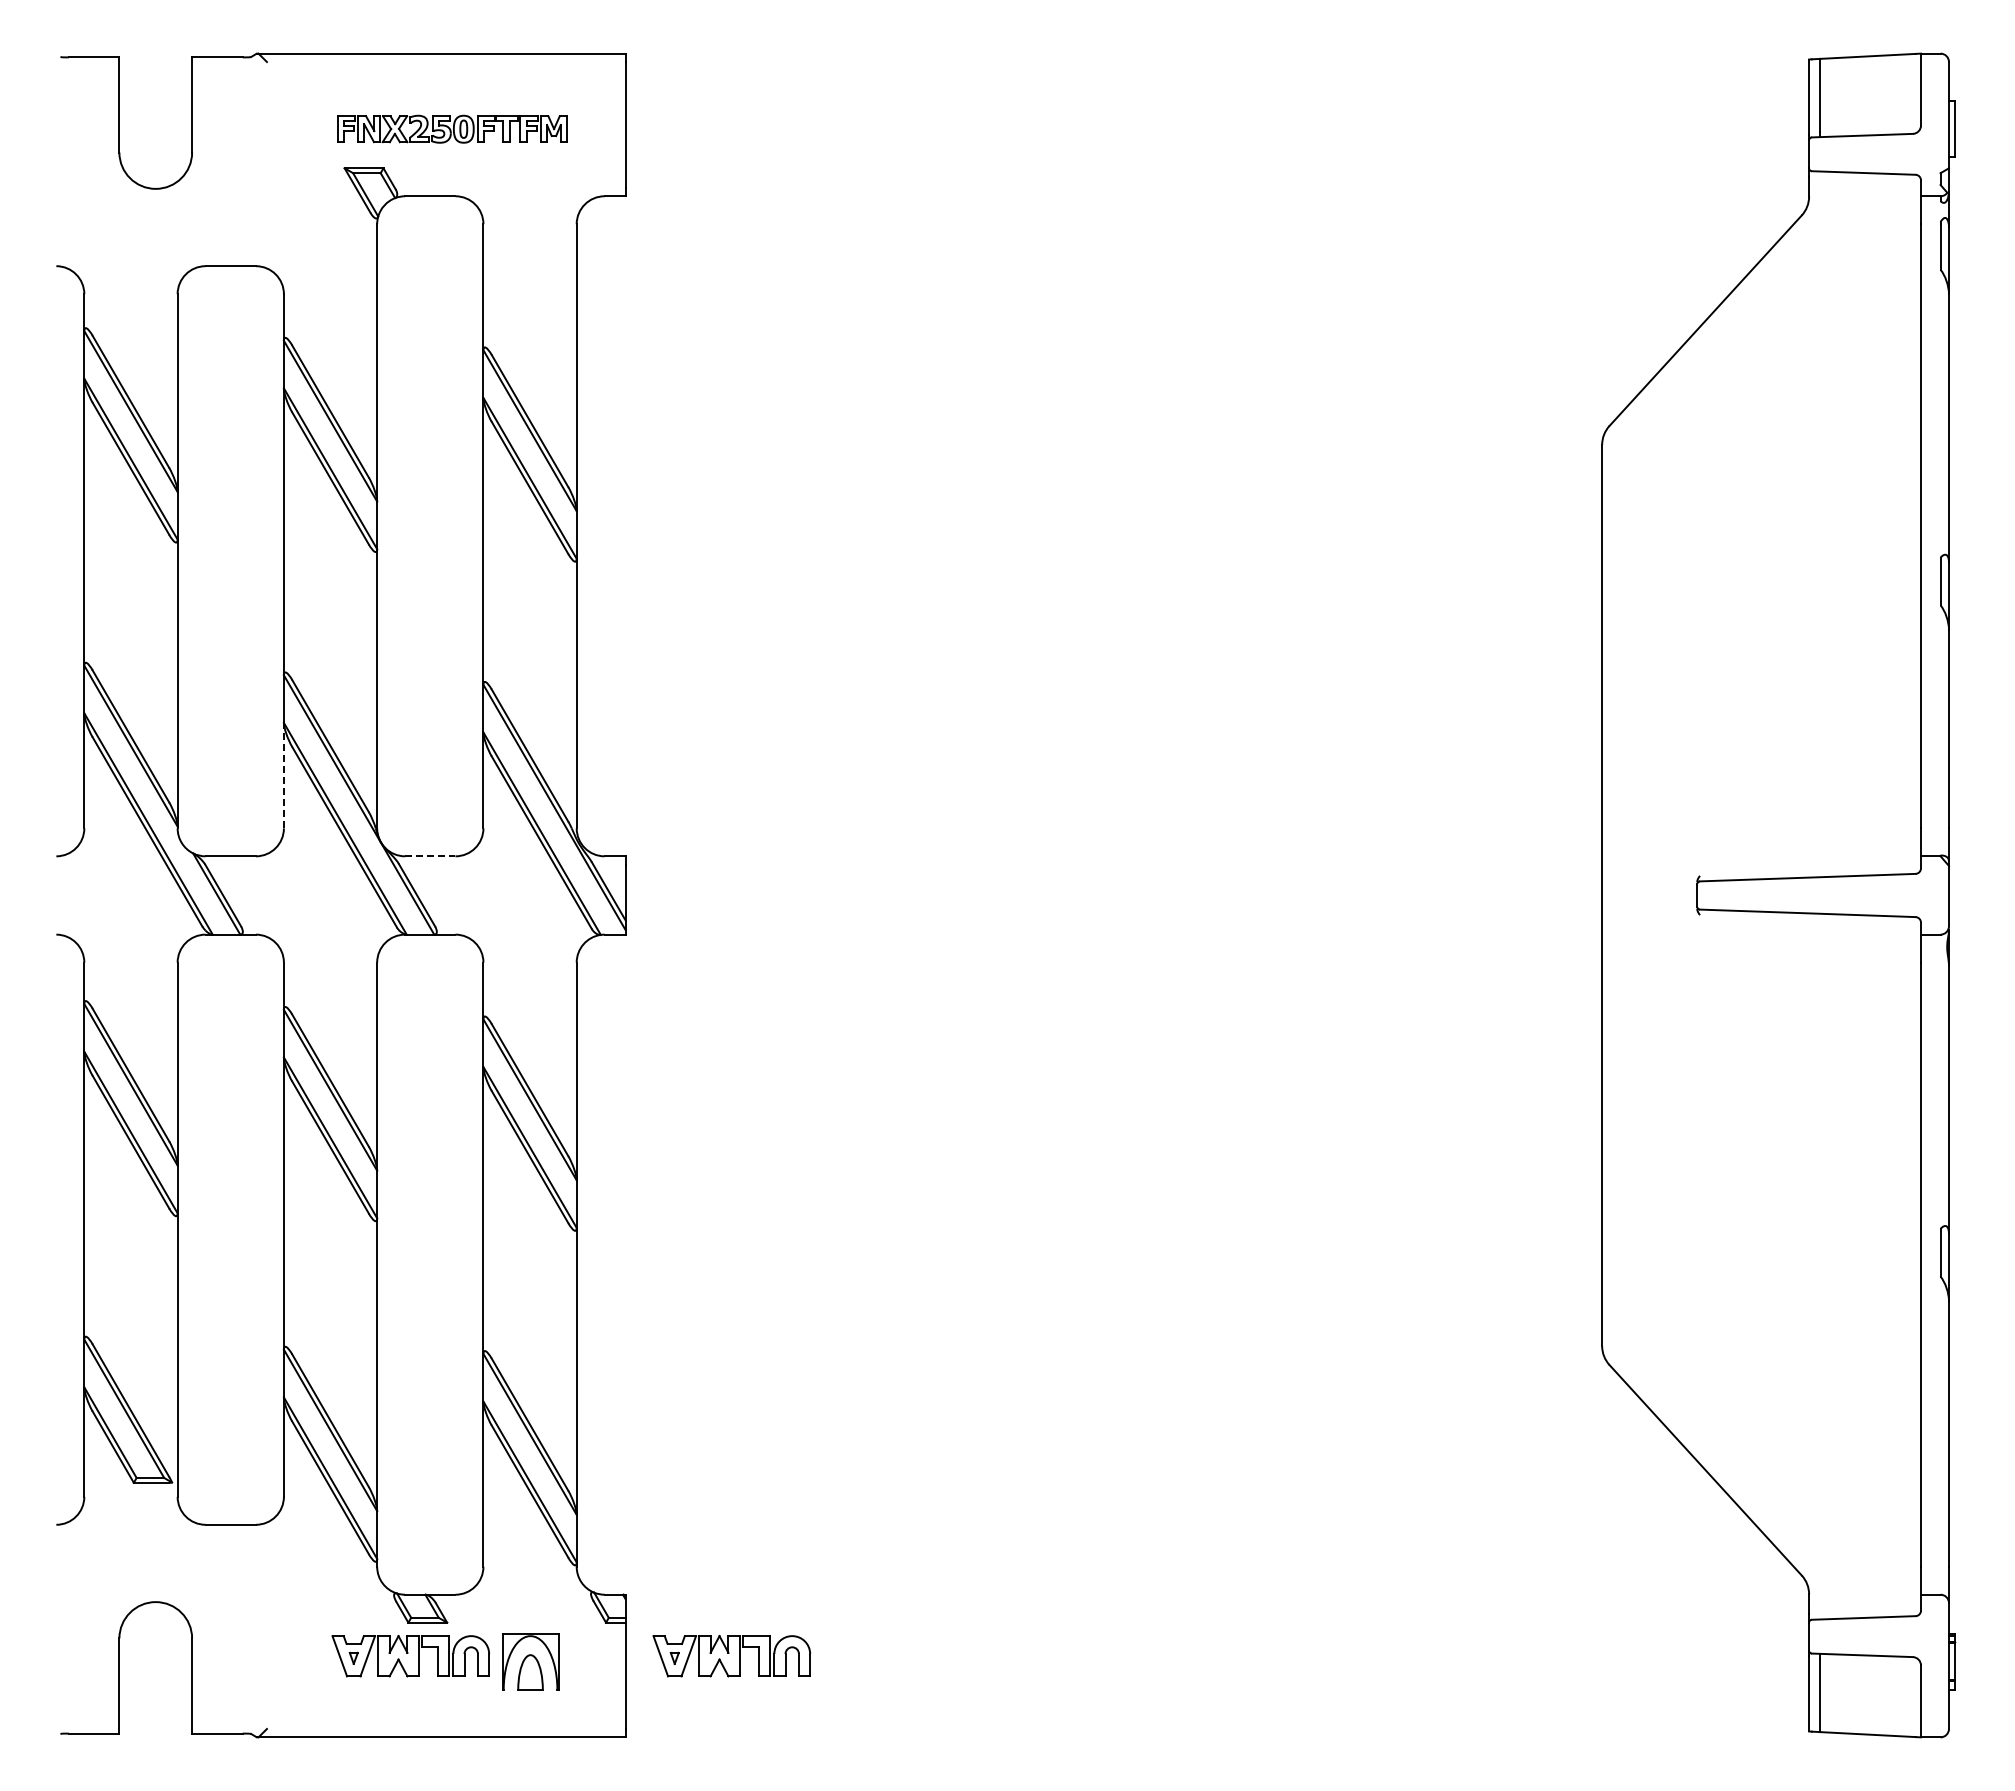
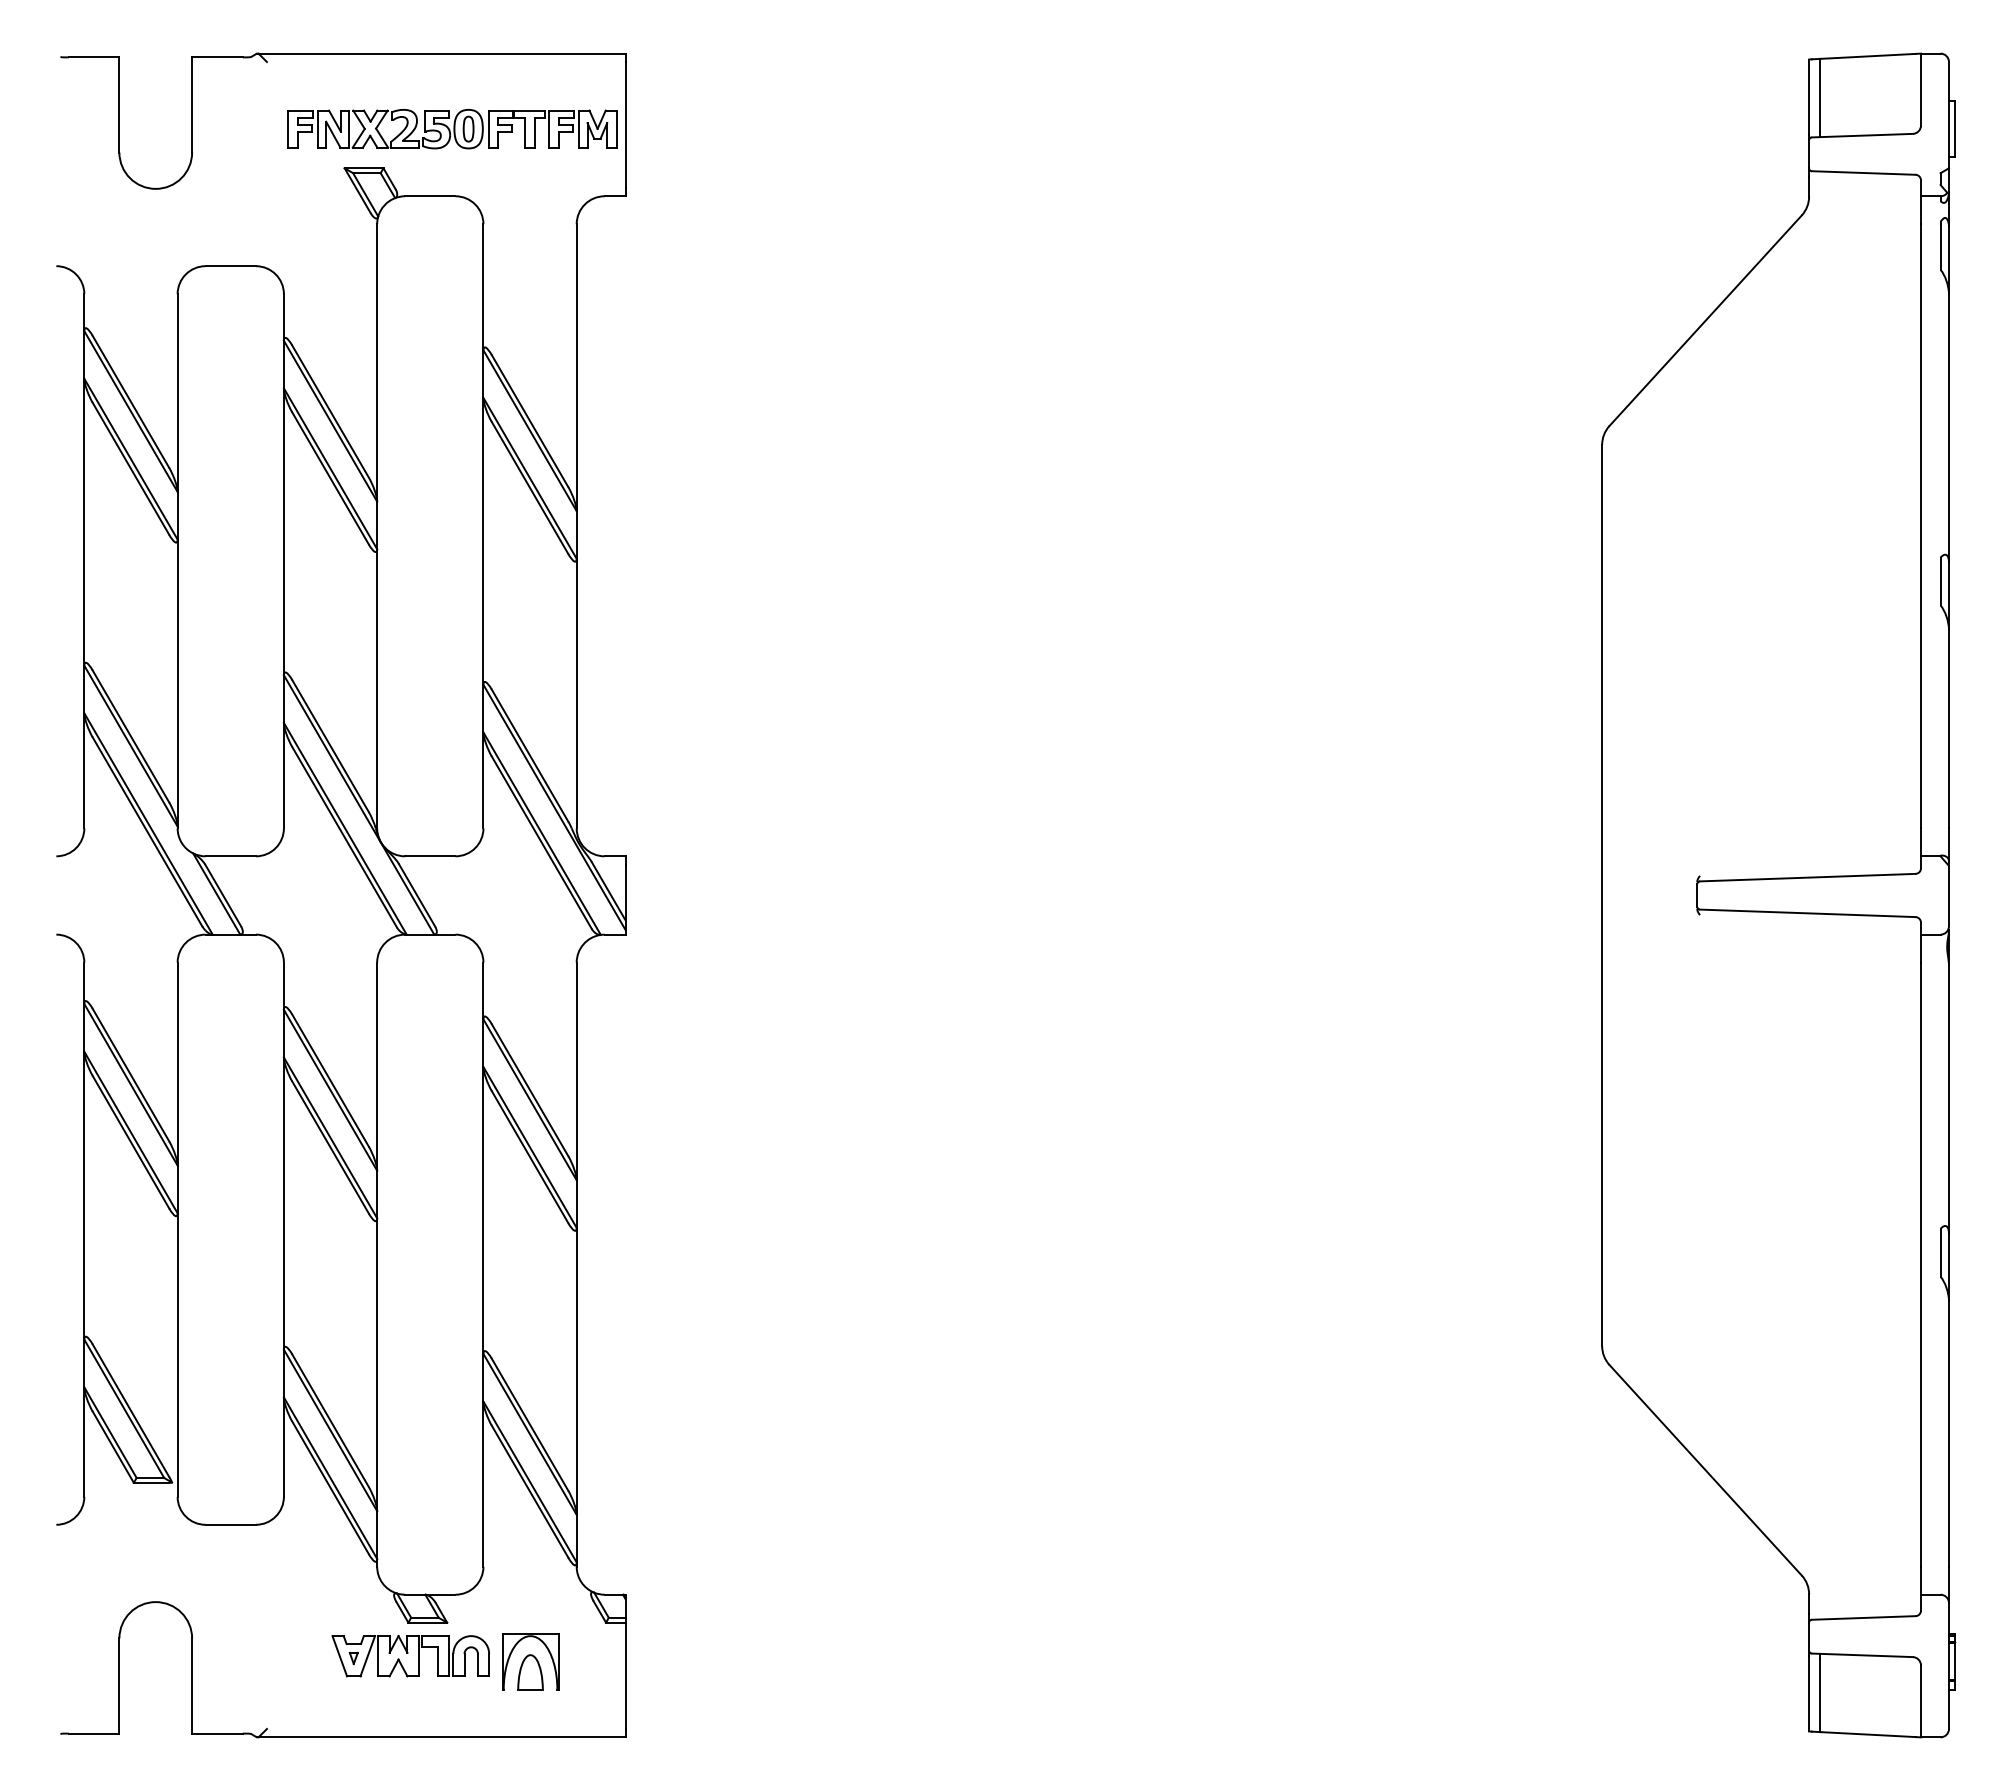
part at (452, 128) size: 231x30 px -> 331x41 px
line at (283, 775): dashed -> solid
line at (430, 856): dashed -> solid
part at (731, 1656): present -> none
